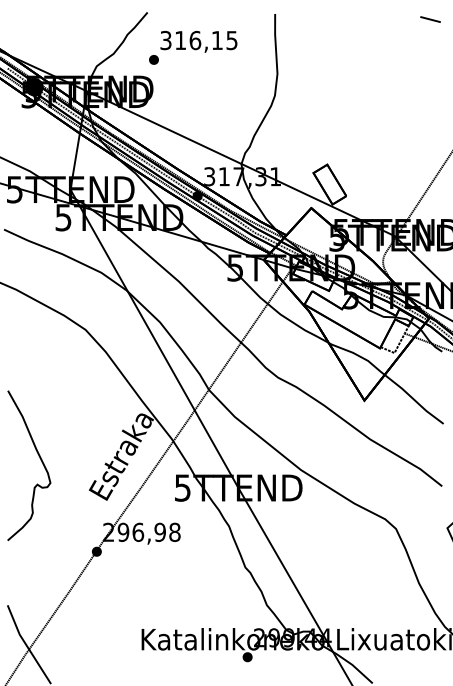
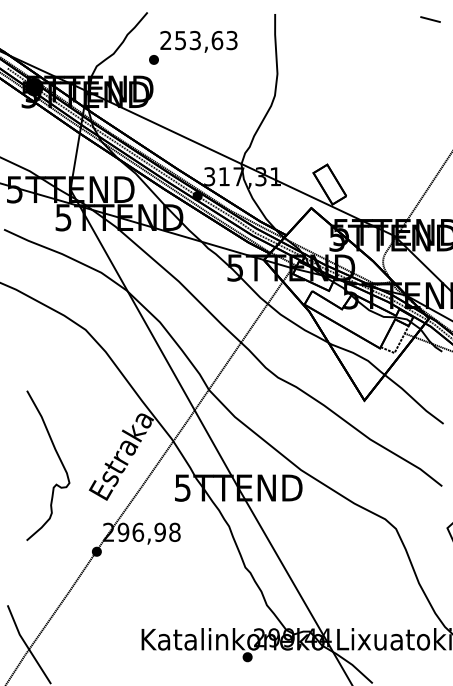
text at (198, 40): 316,15 -> 253,63
curve at (40, 460) position: (40, 460) -> (59, 460)
